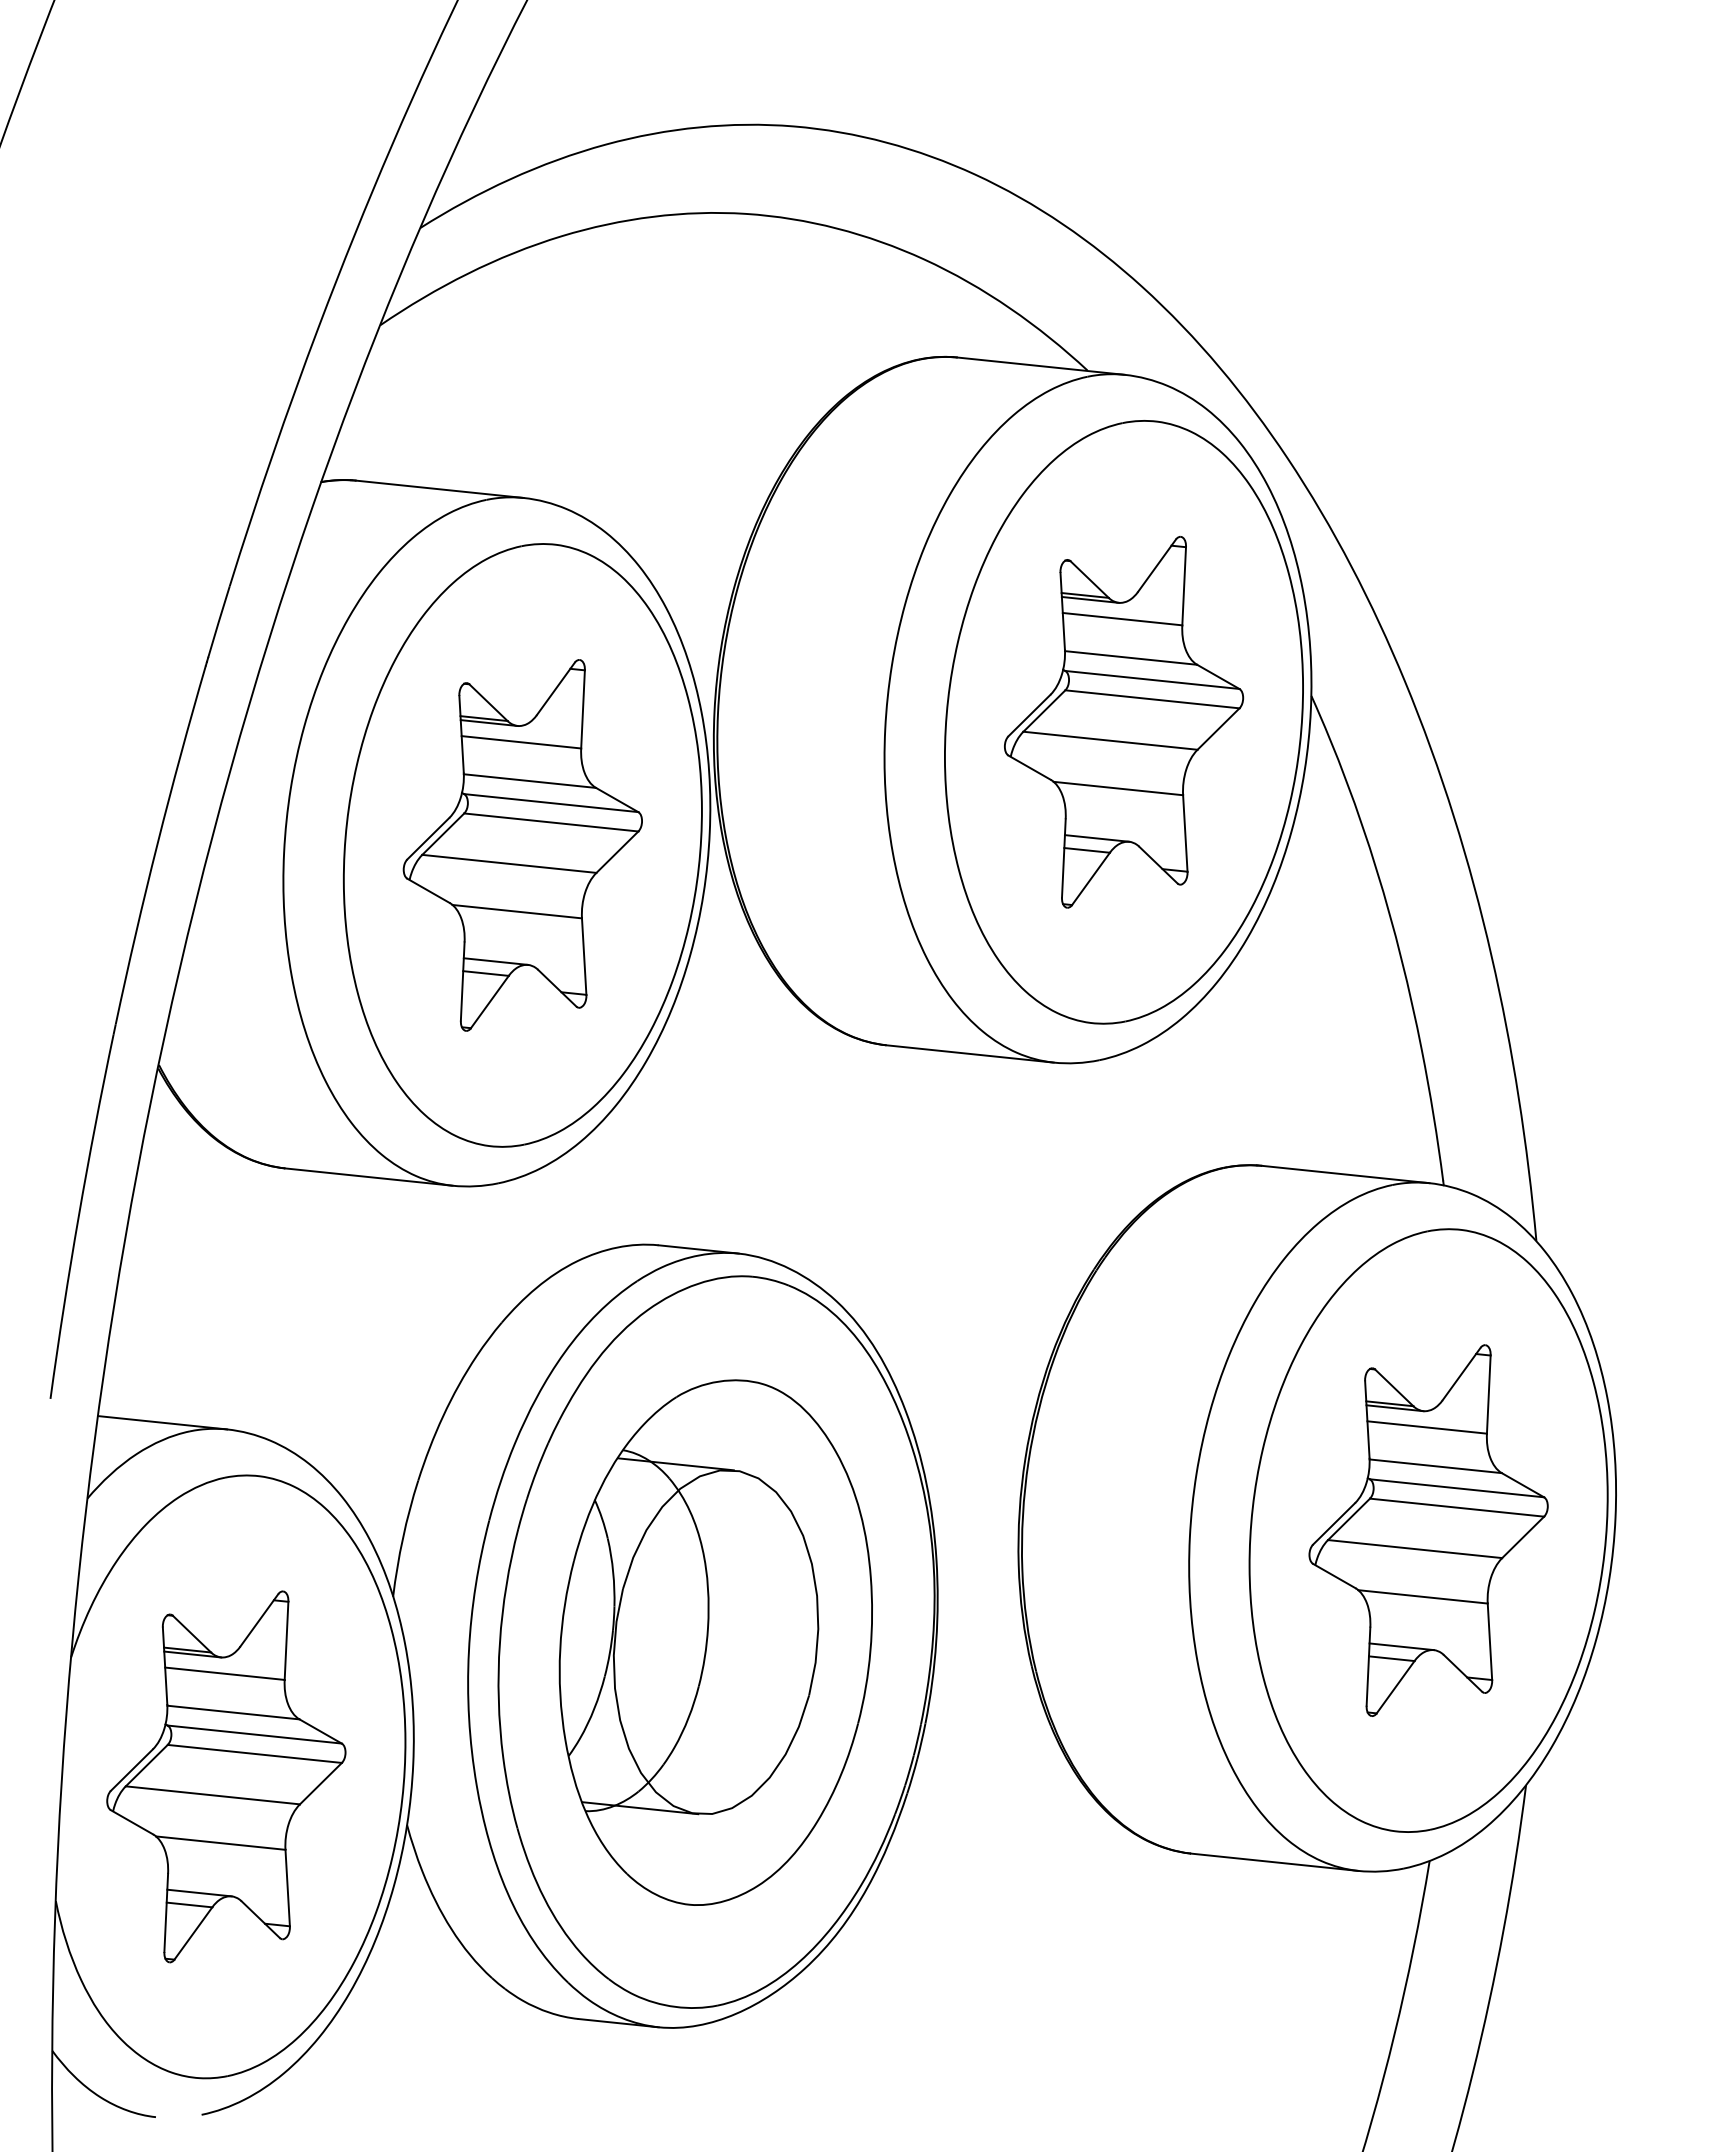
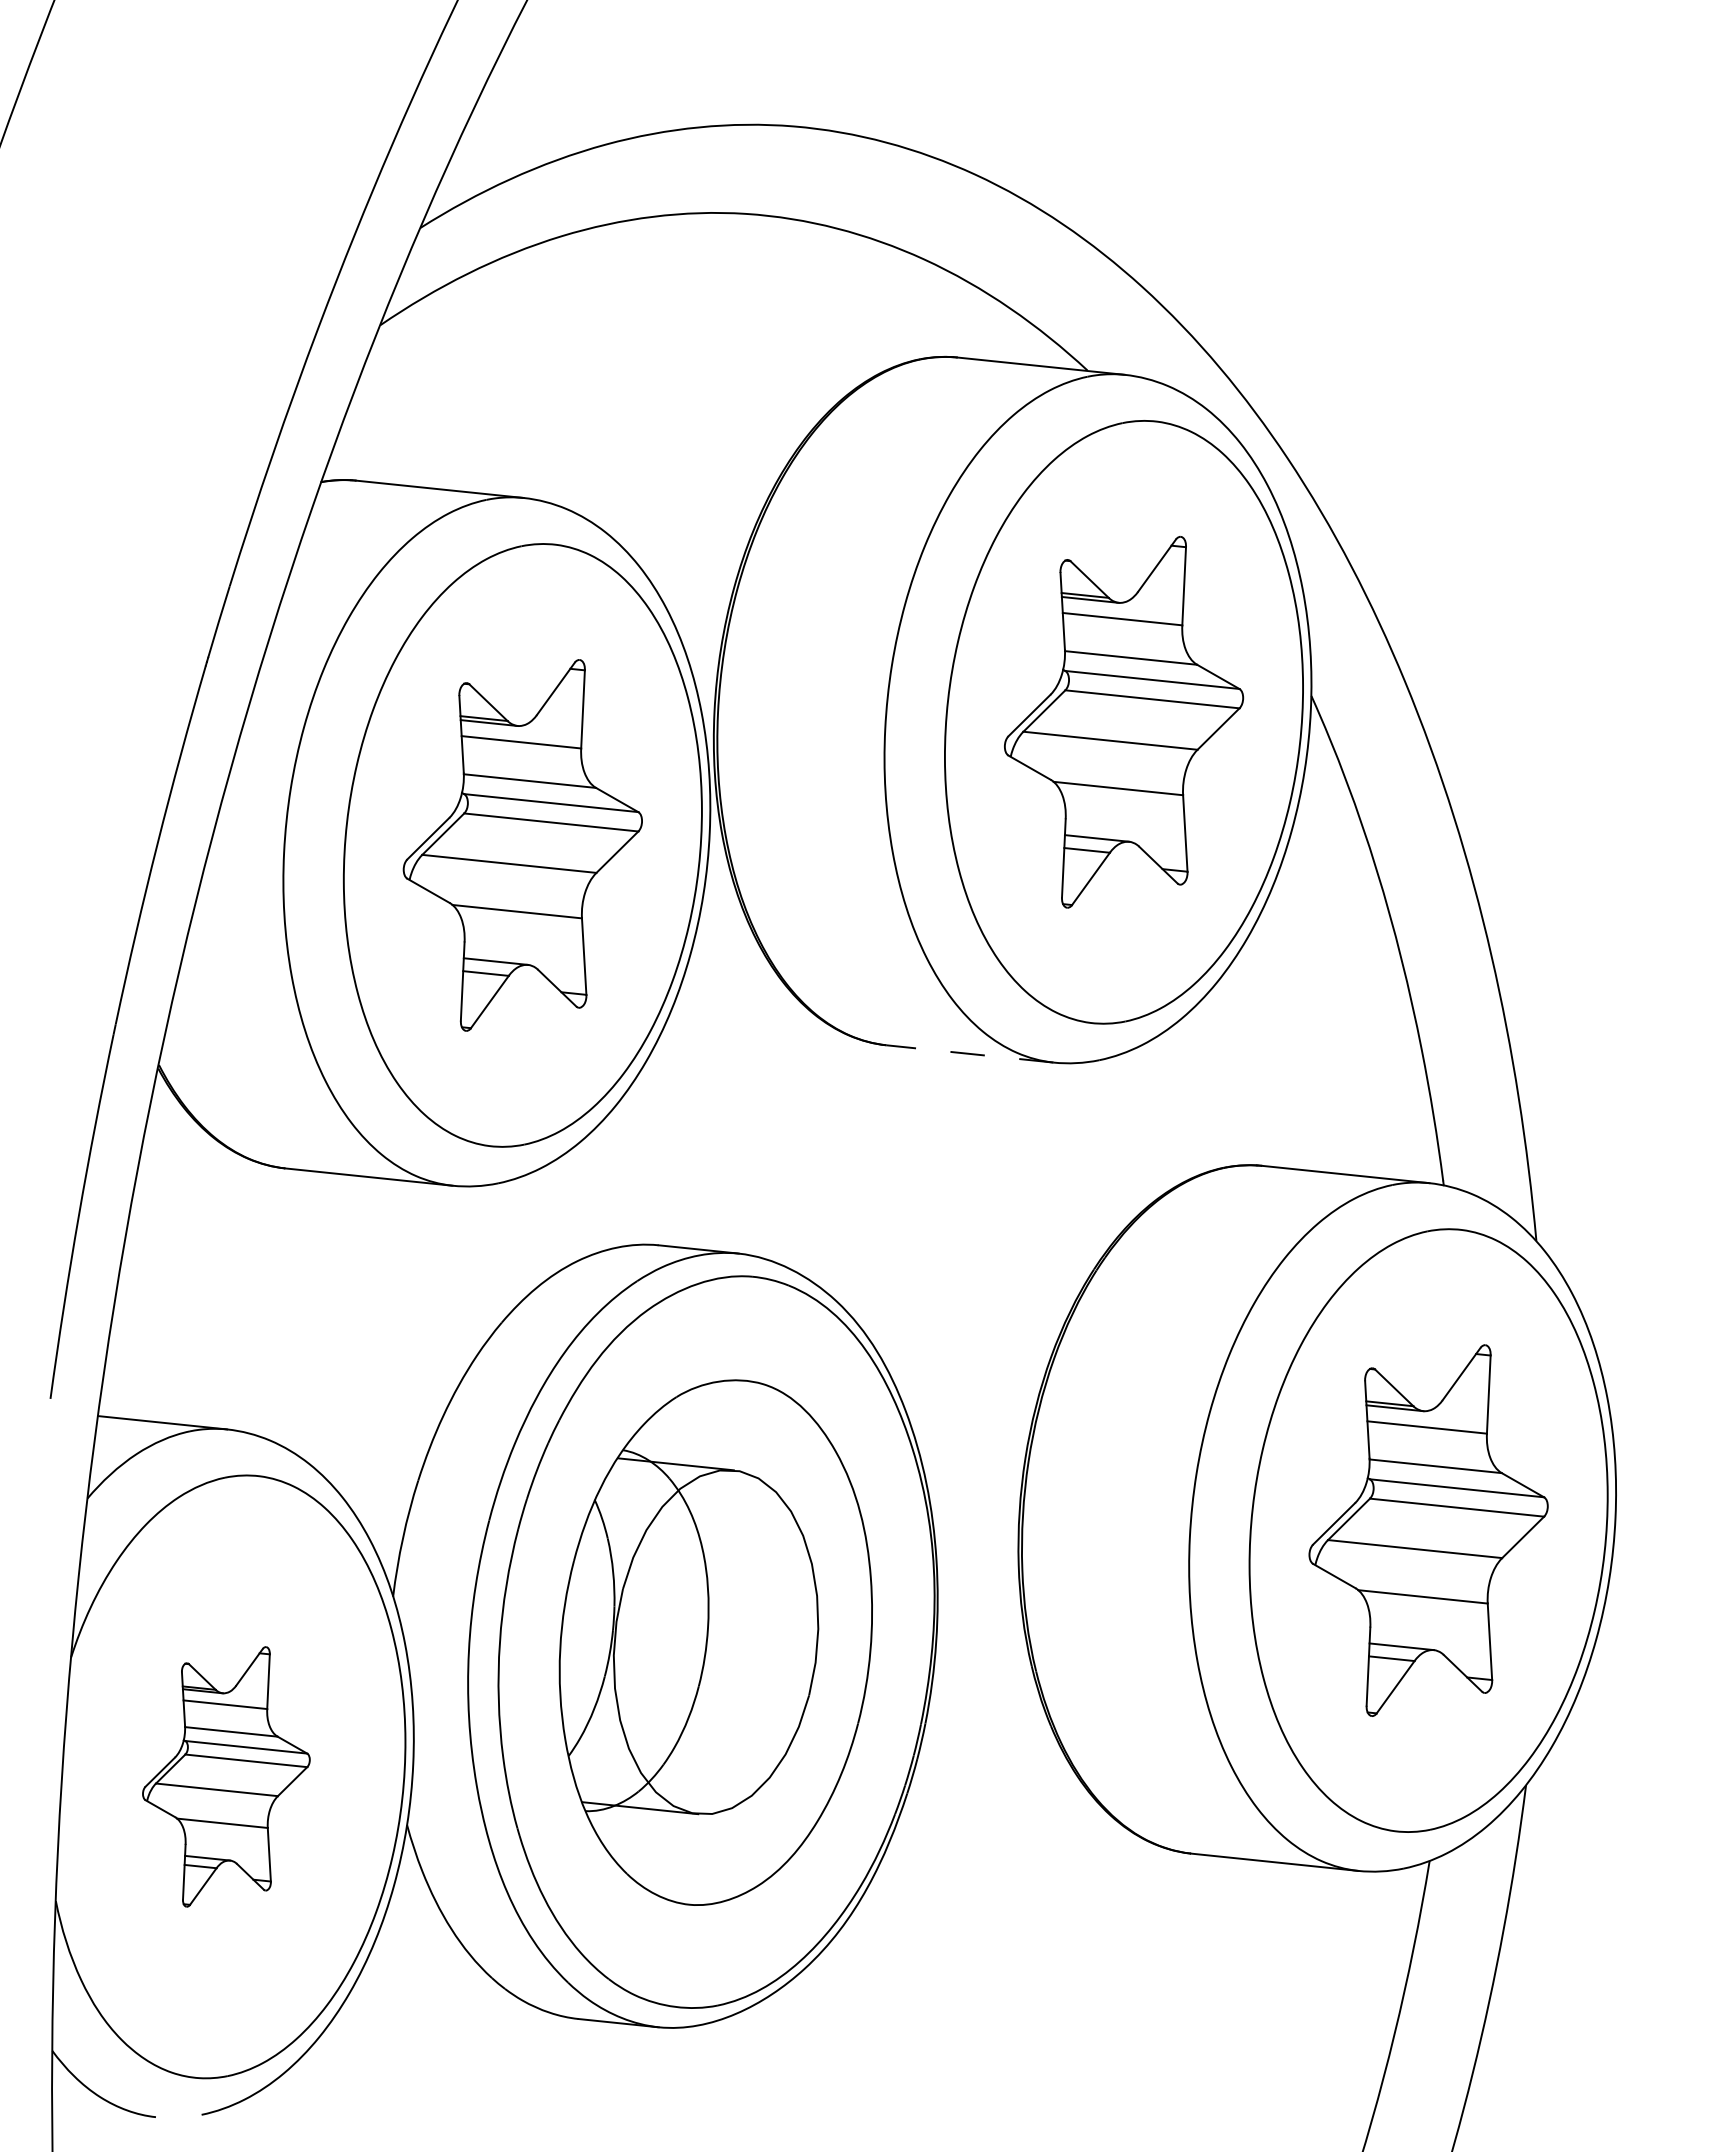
line at (969, 1053): solid -> dashed
part at (226, 1776) size: 241x374 px -> 169x262 px
